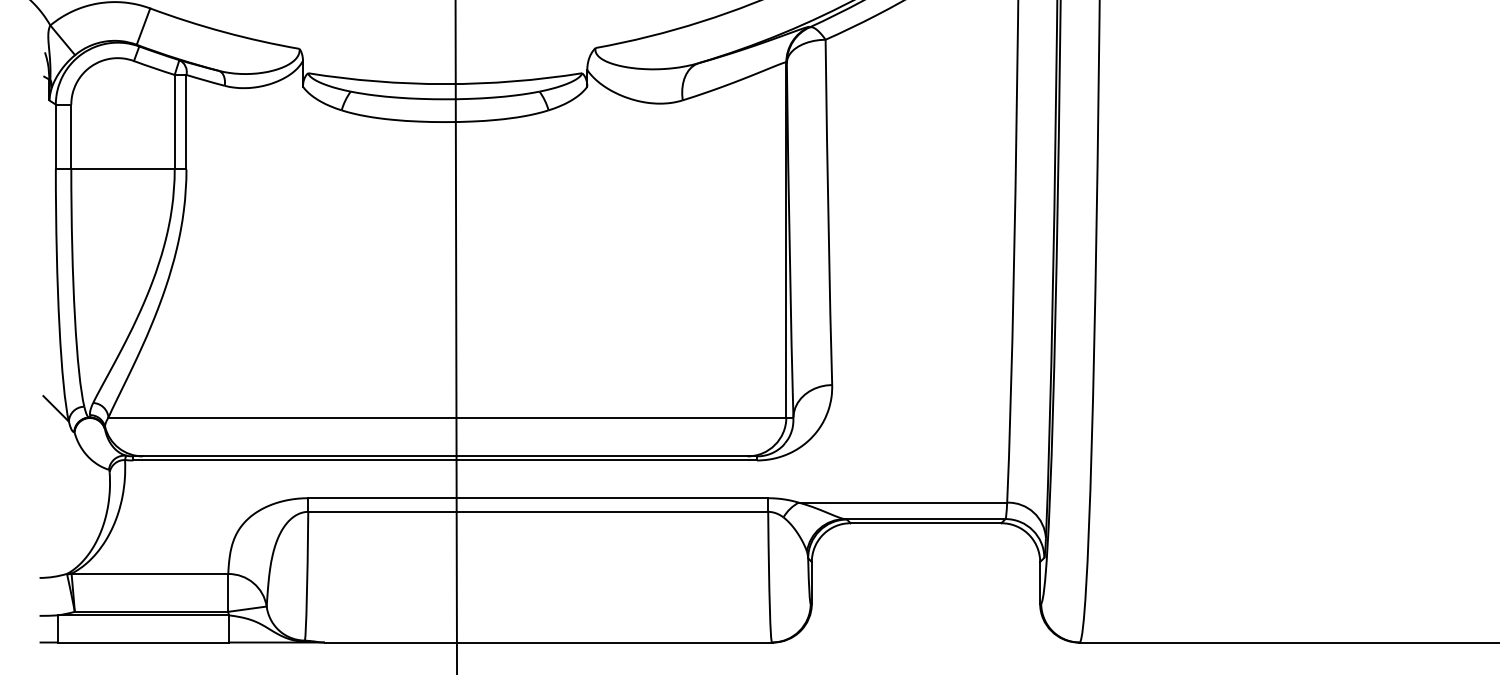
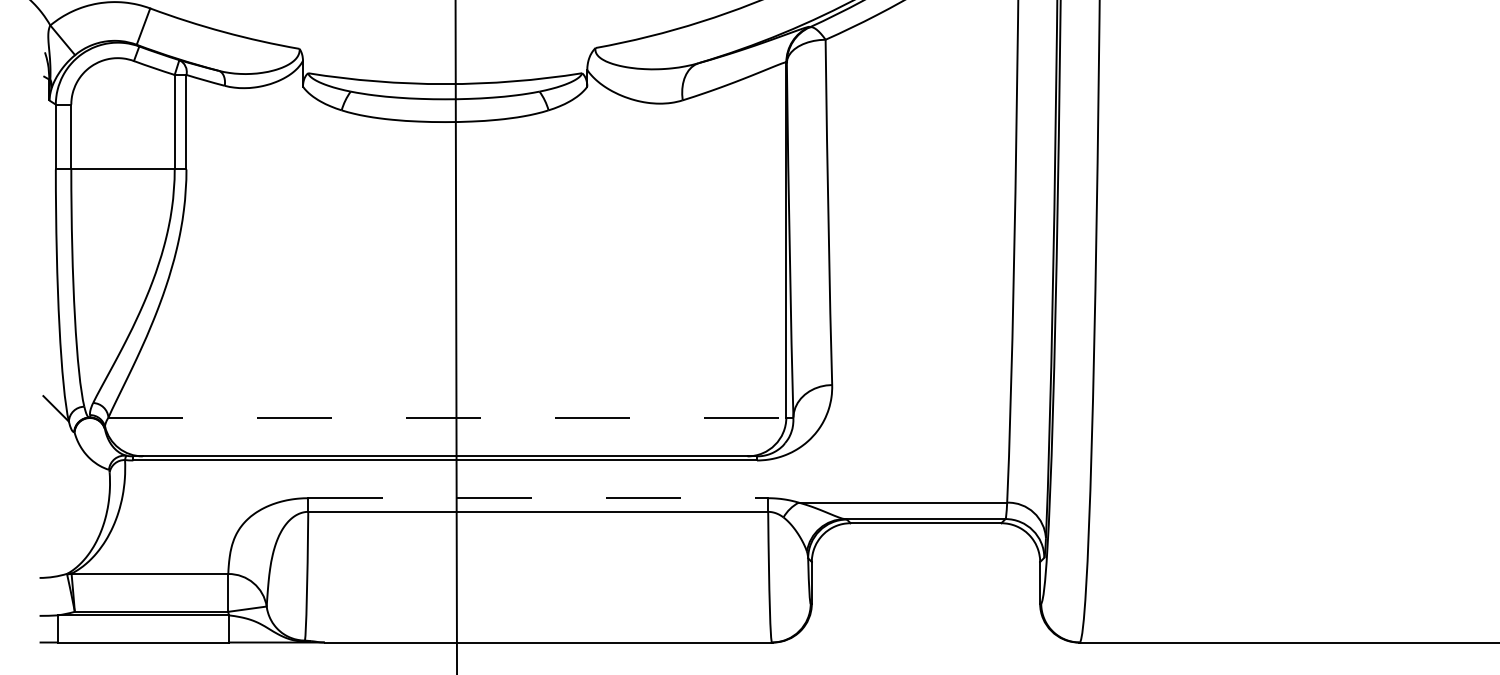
line at (447, 417): solid -> dashed
line at (538, 498): solid -> dashed
